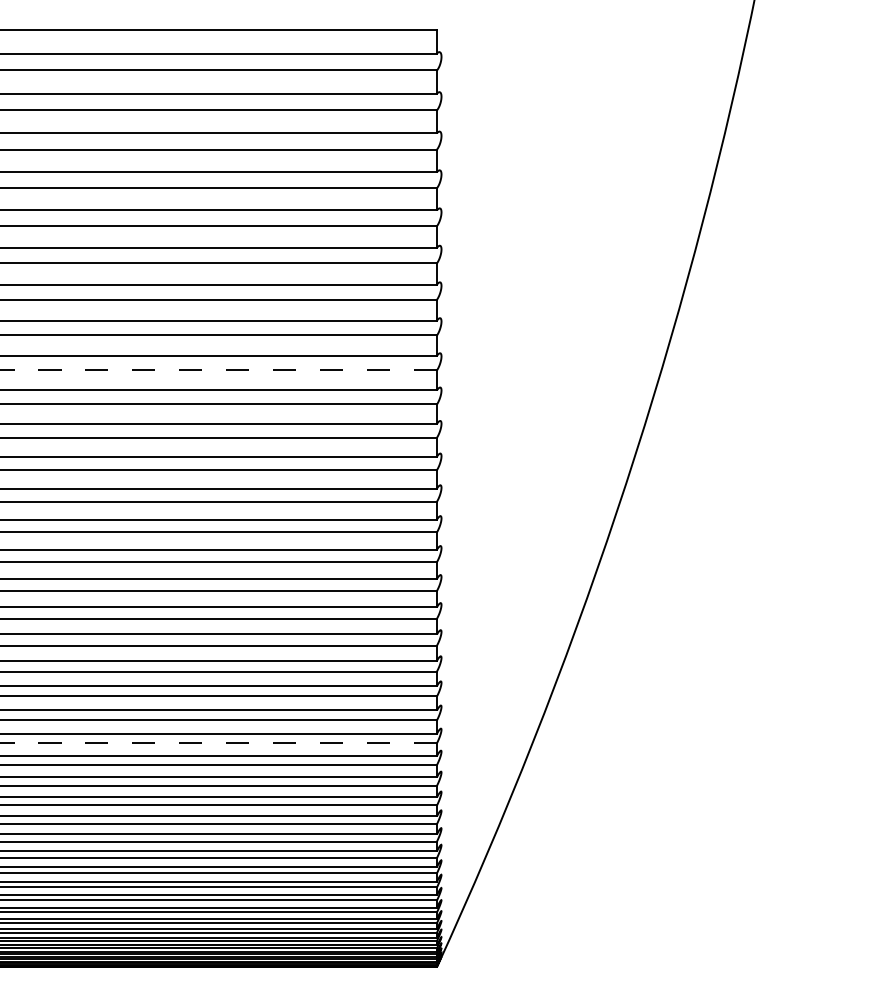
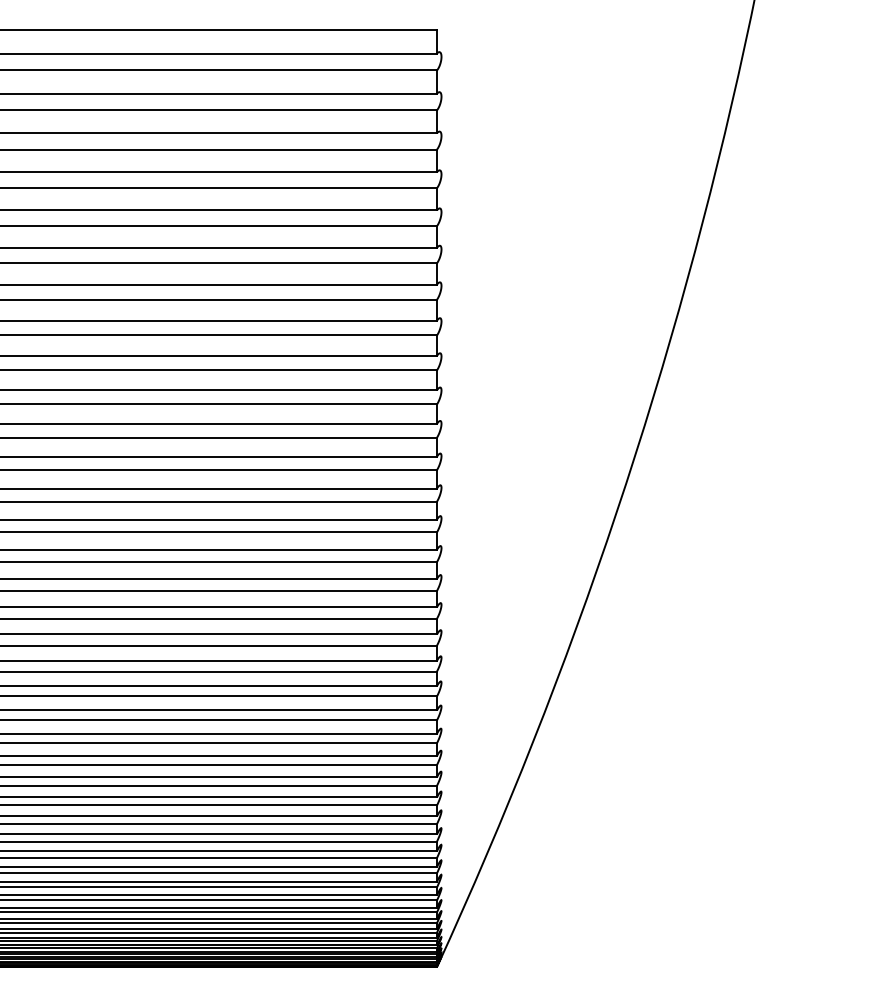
line at (219, 370): dashed -> solid
line at (219, 743): dashed -> solid
